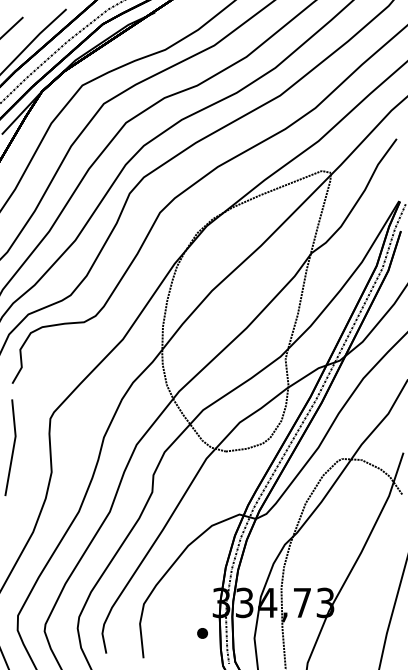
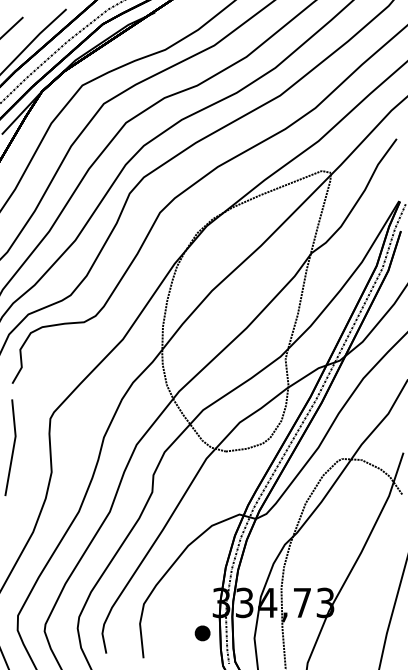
part at (202, 633) size: 11x11 px -> 17x17 px
